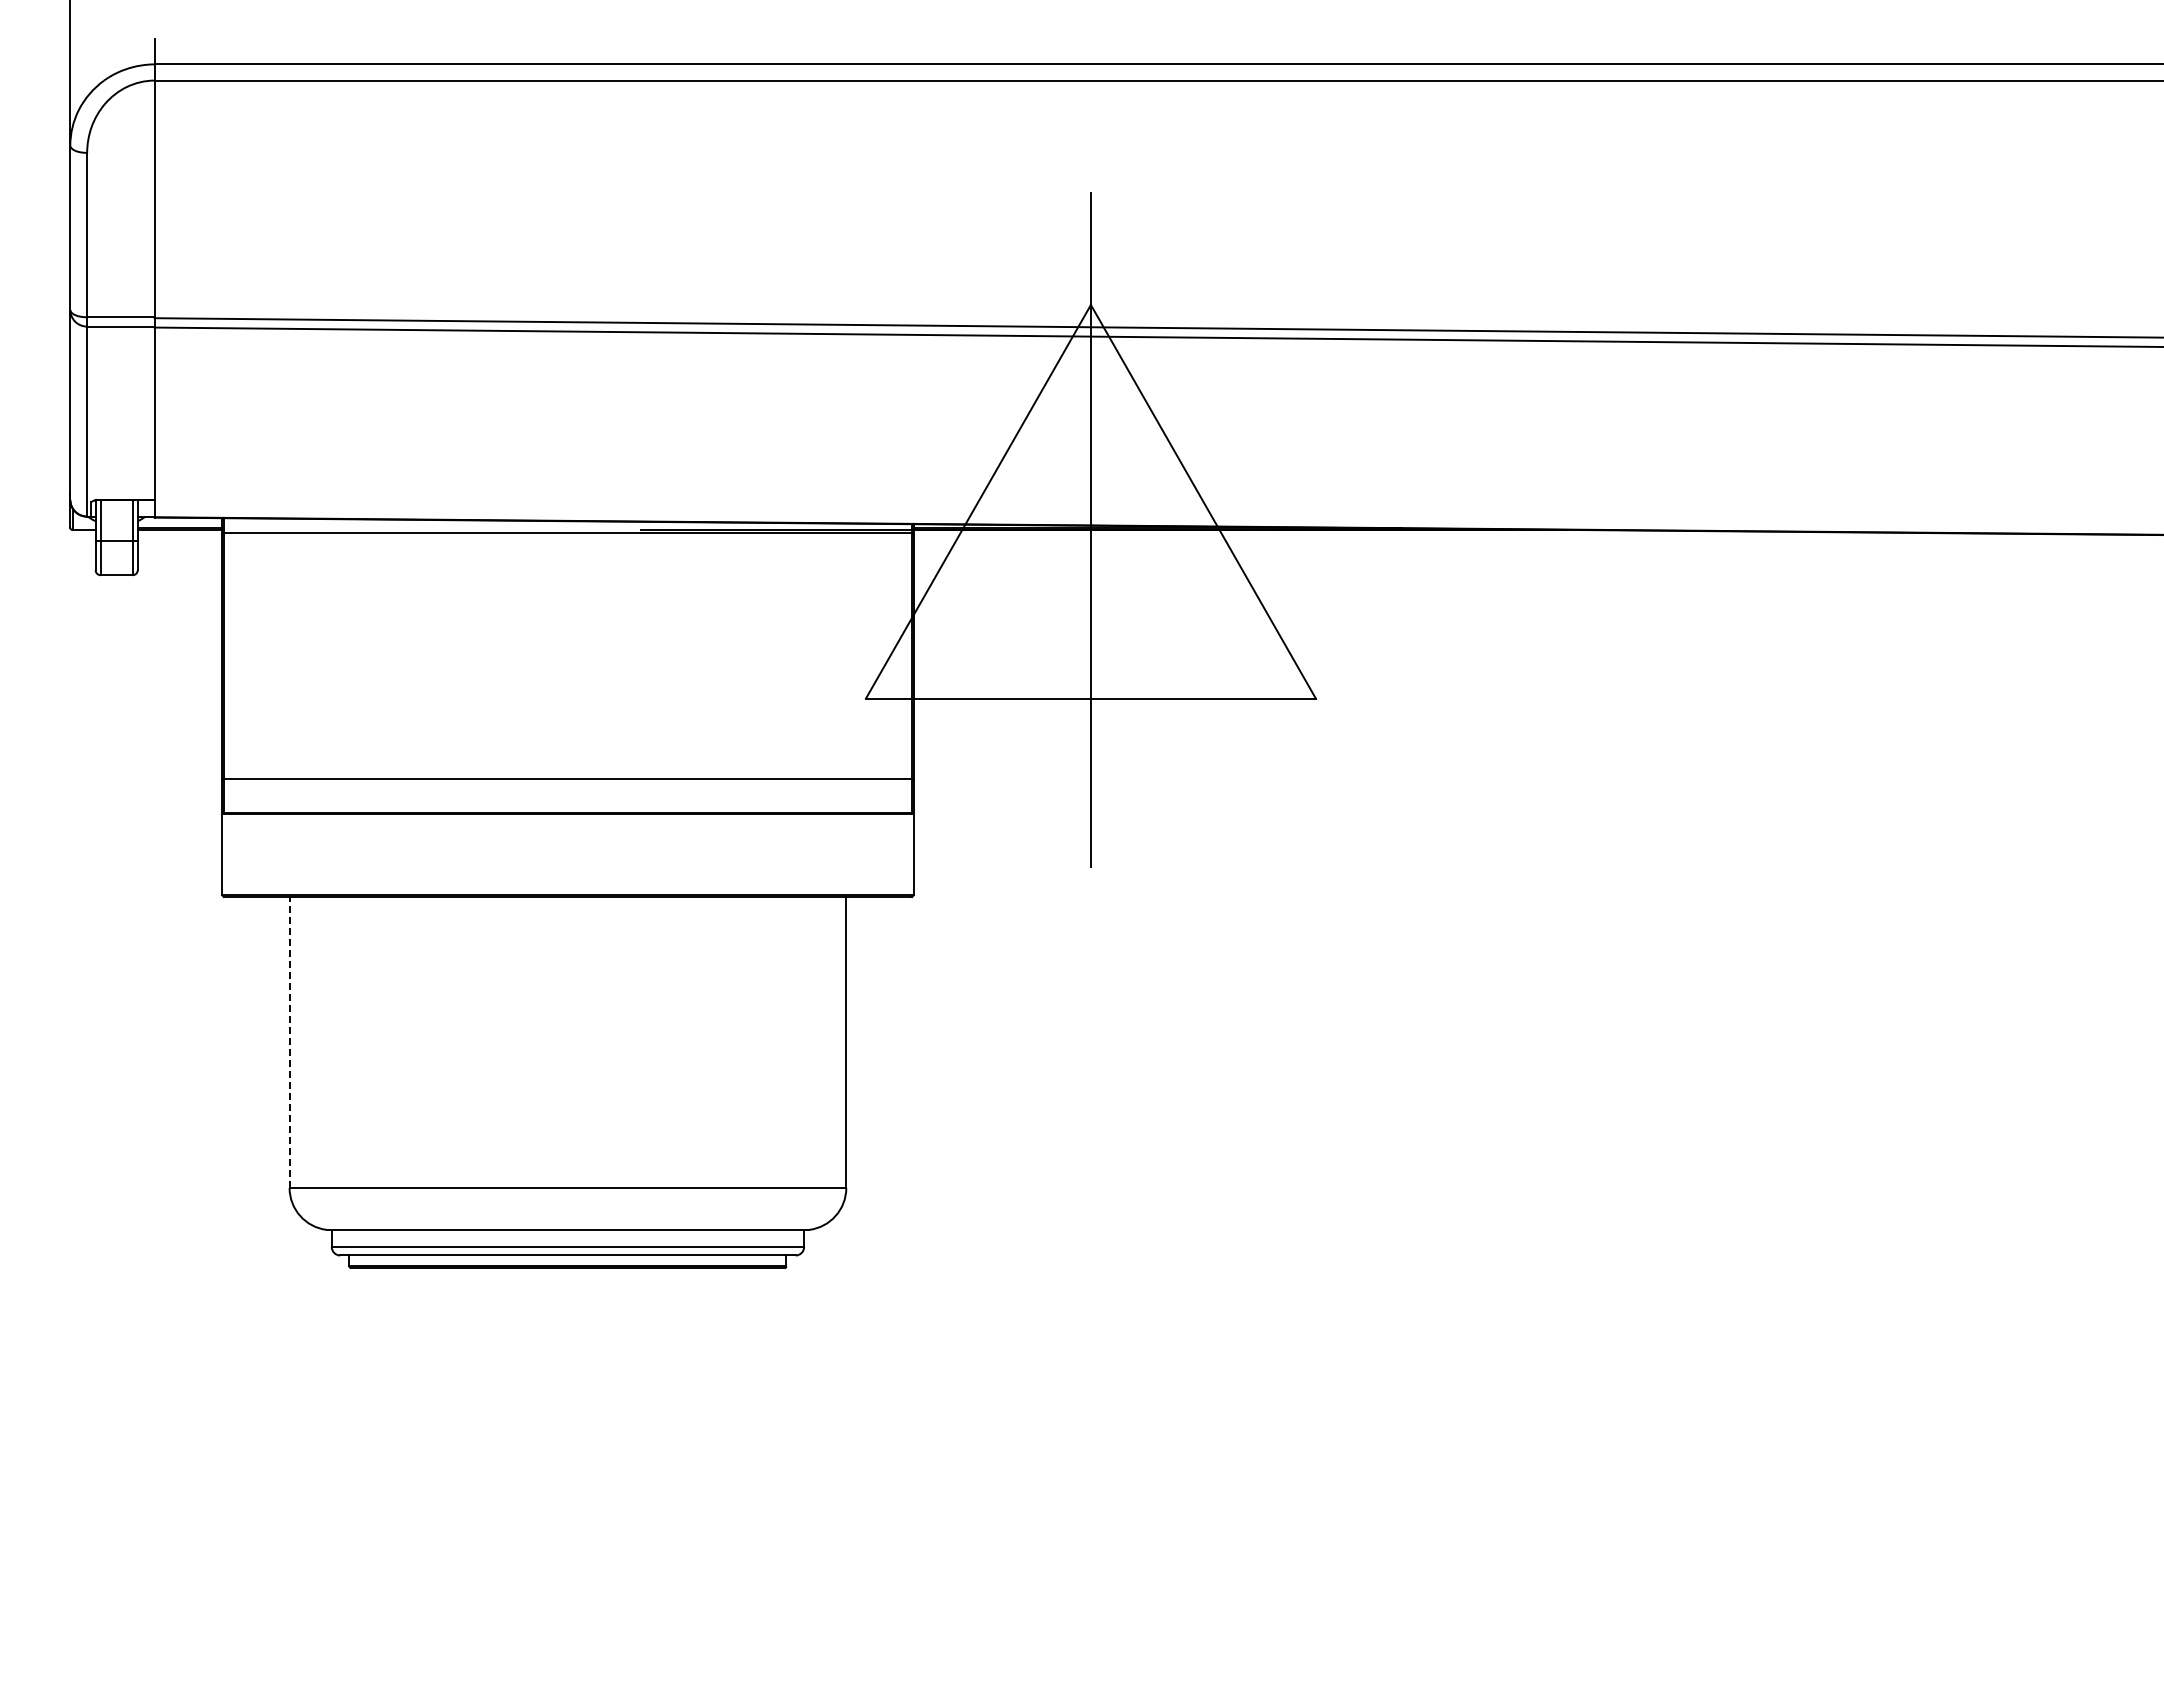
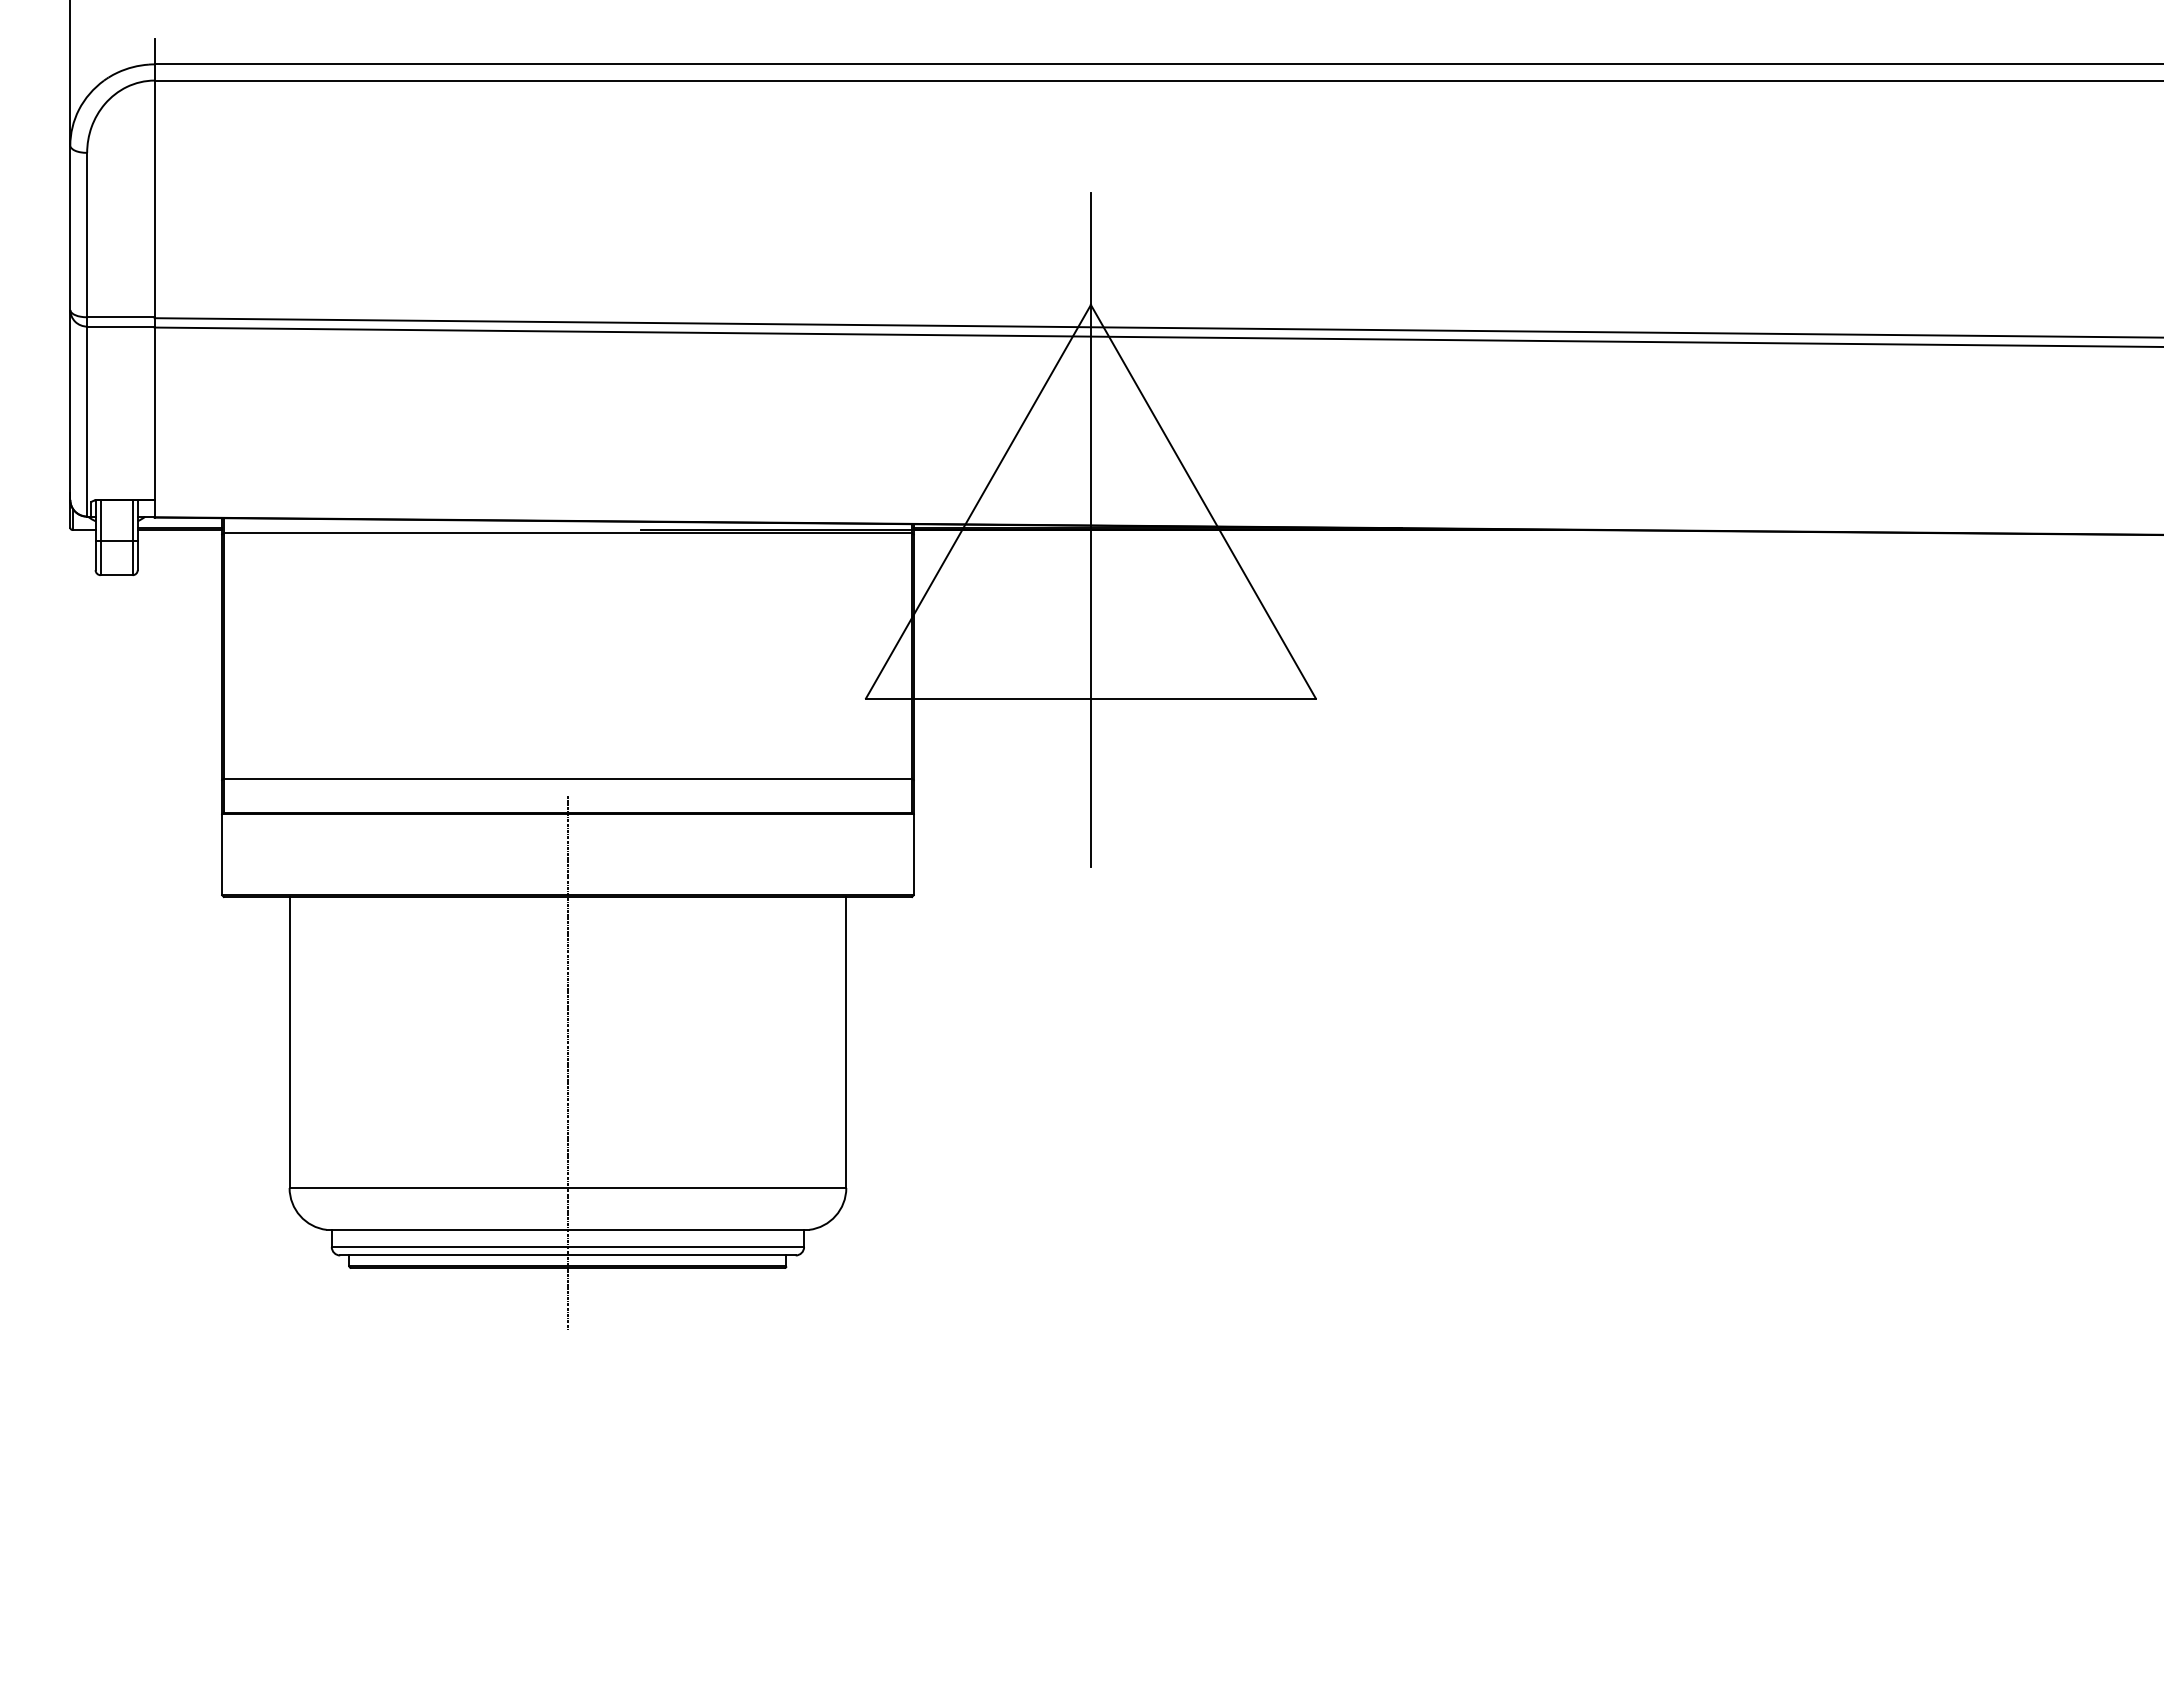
line at (289, 1042): dashed -> solid
line at (567, 1063): none -> present
